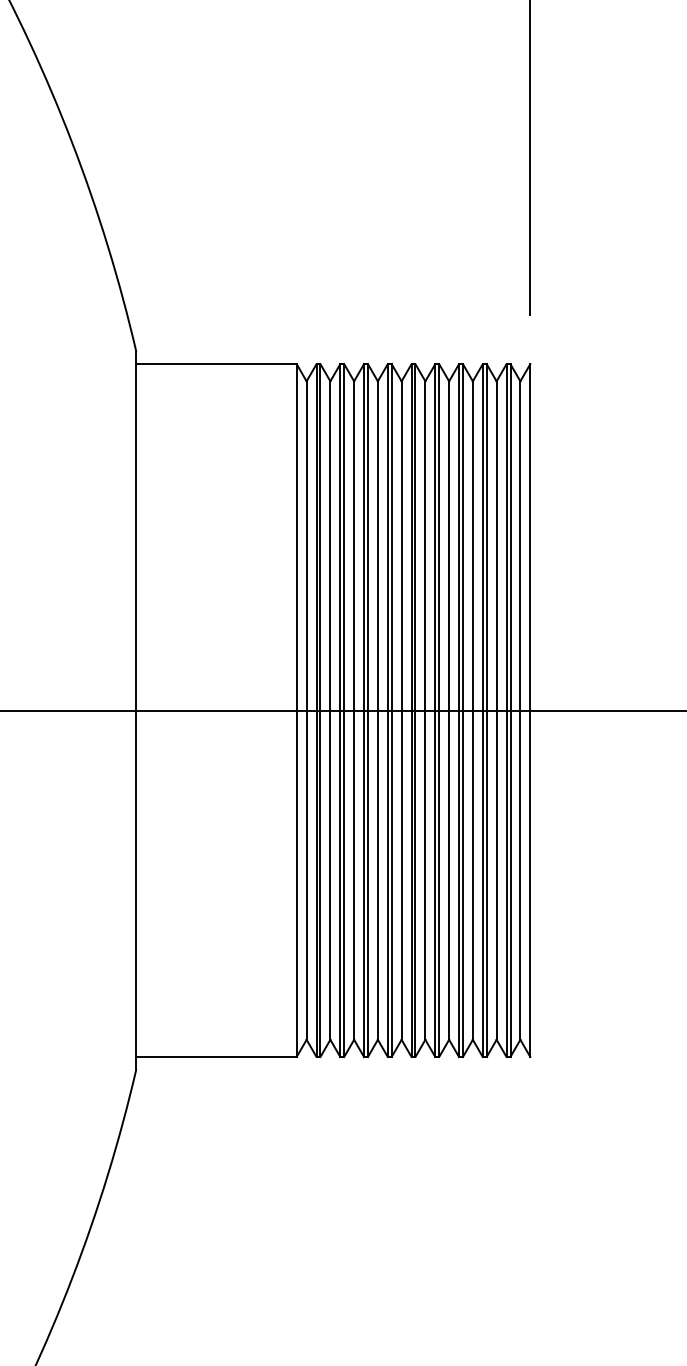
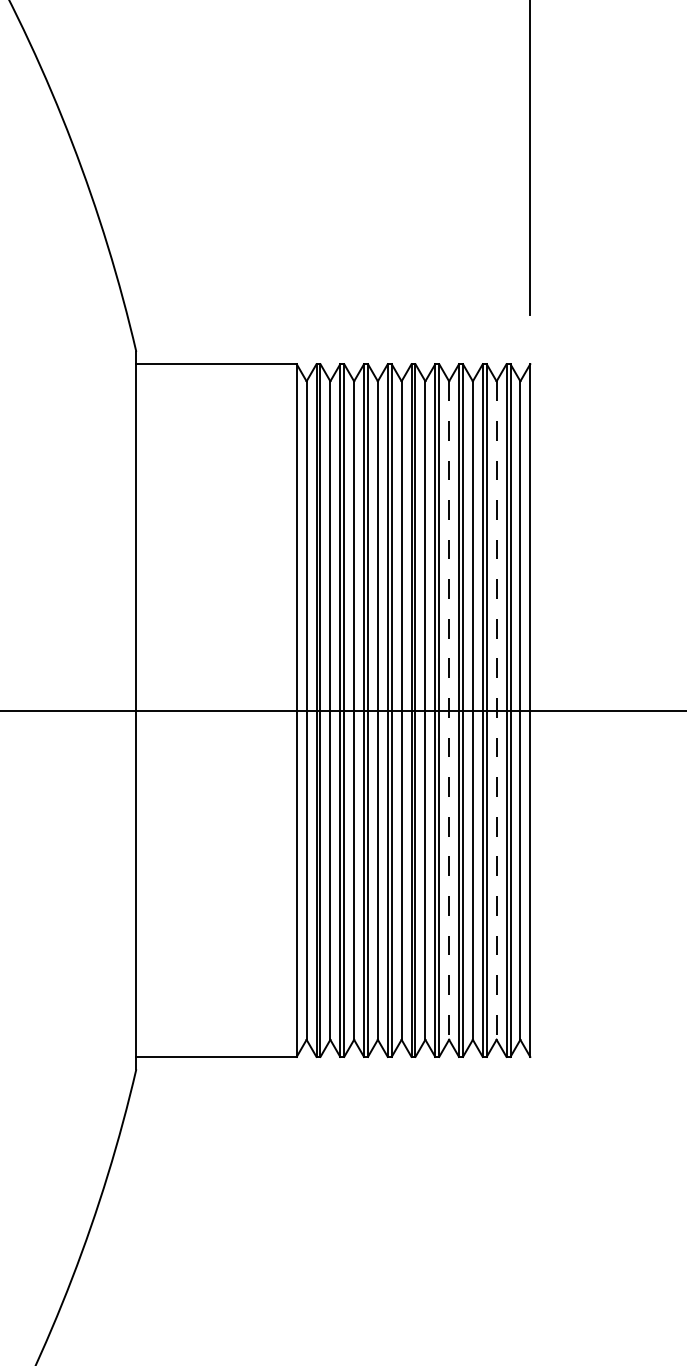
line at (449, 711): solid -> dashed
line at (496, 711): solid -> dashed
